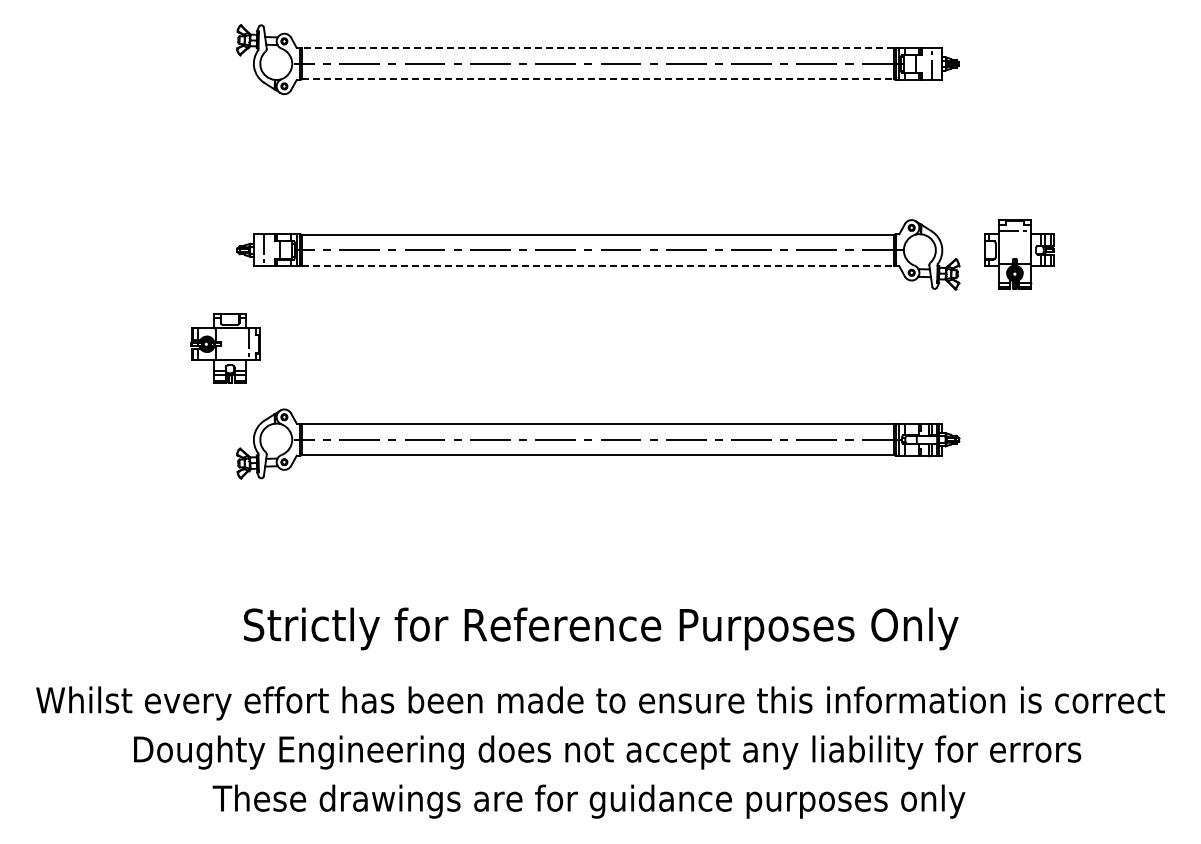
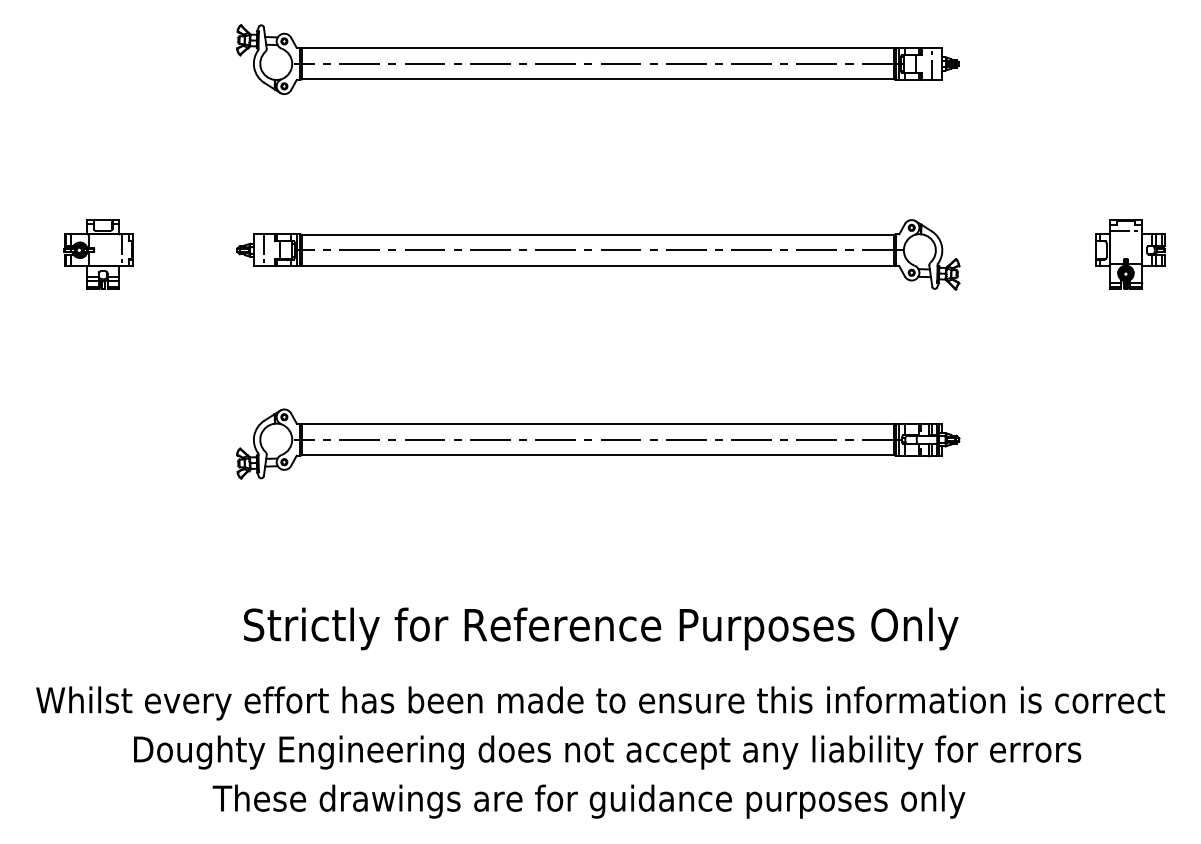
line at (597, 48): dashed -> solid
line at (598, 79): dashed -> solid
part at (1019, 254) position: (1019, 254) -> (1130, 254)
line at (598, 265): dashed -> solid
part at (225, 348) position: (225, 348) -> (98, 254)
